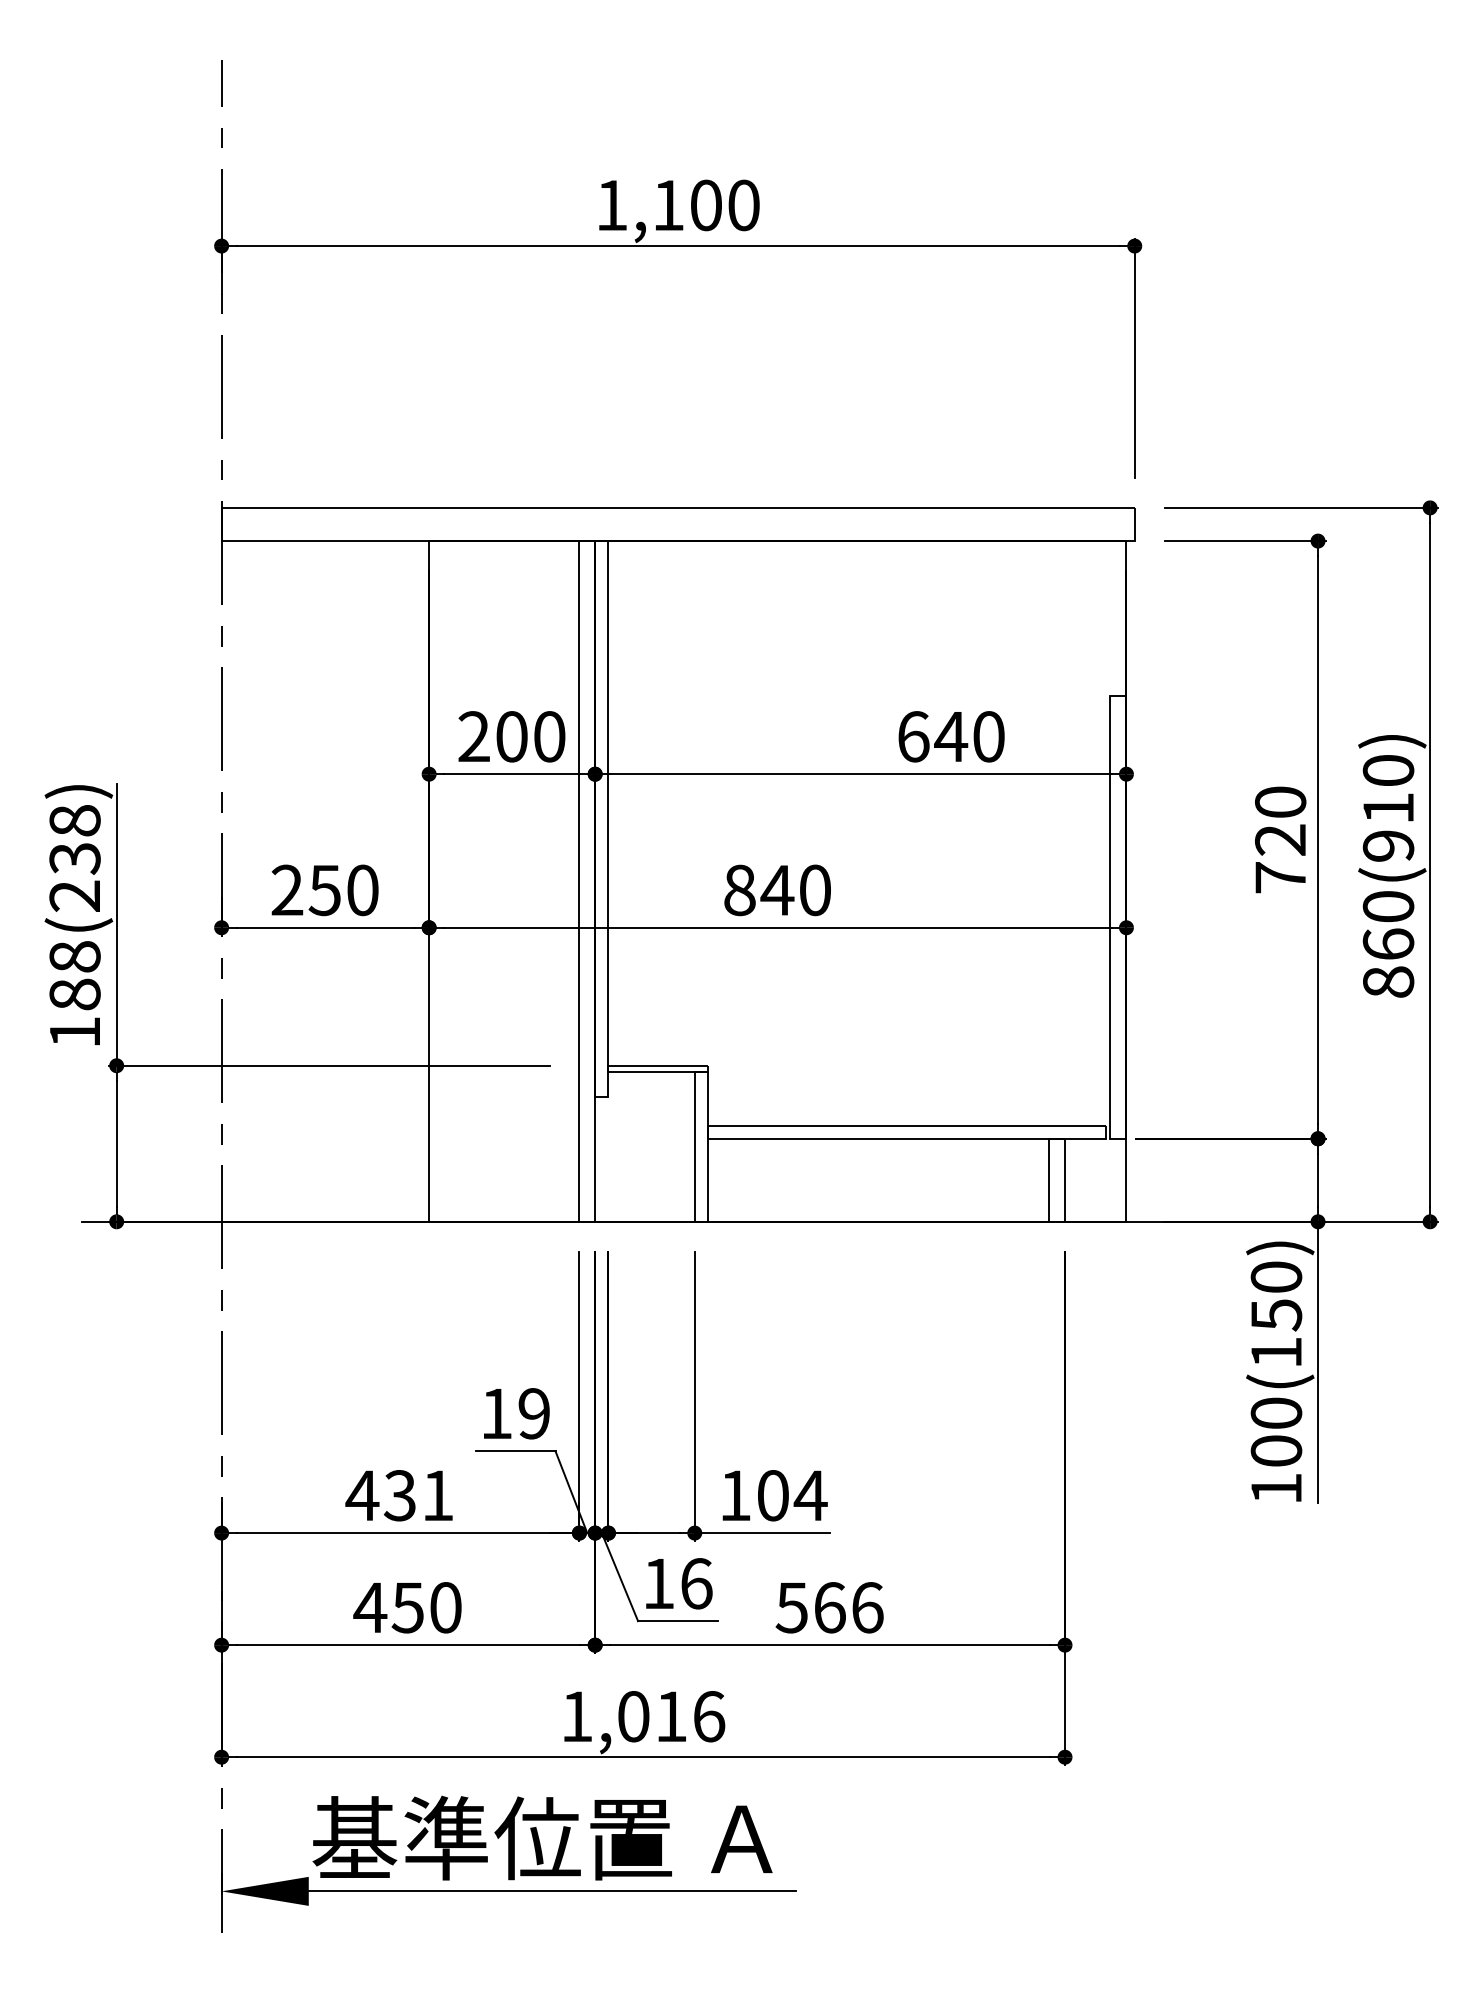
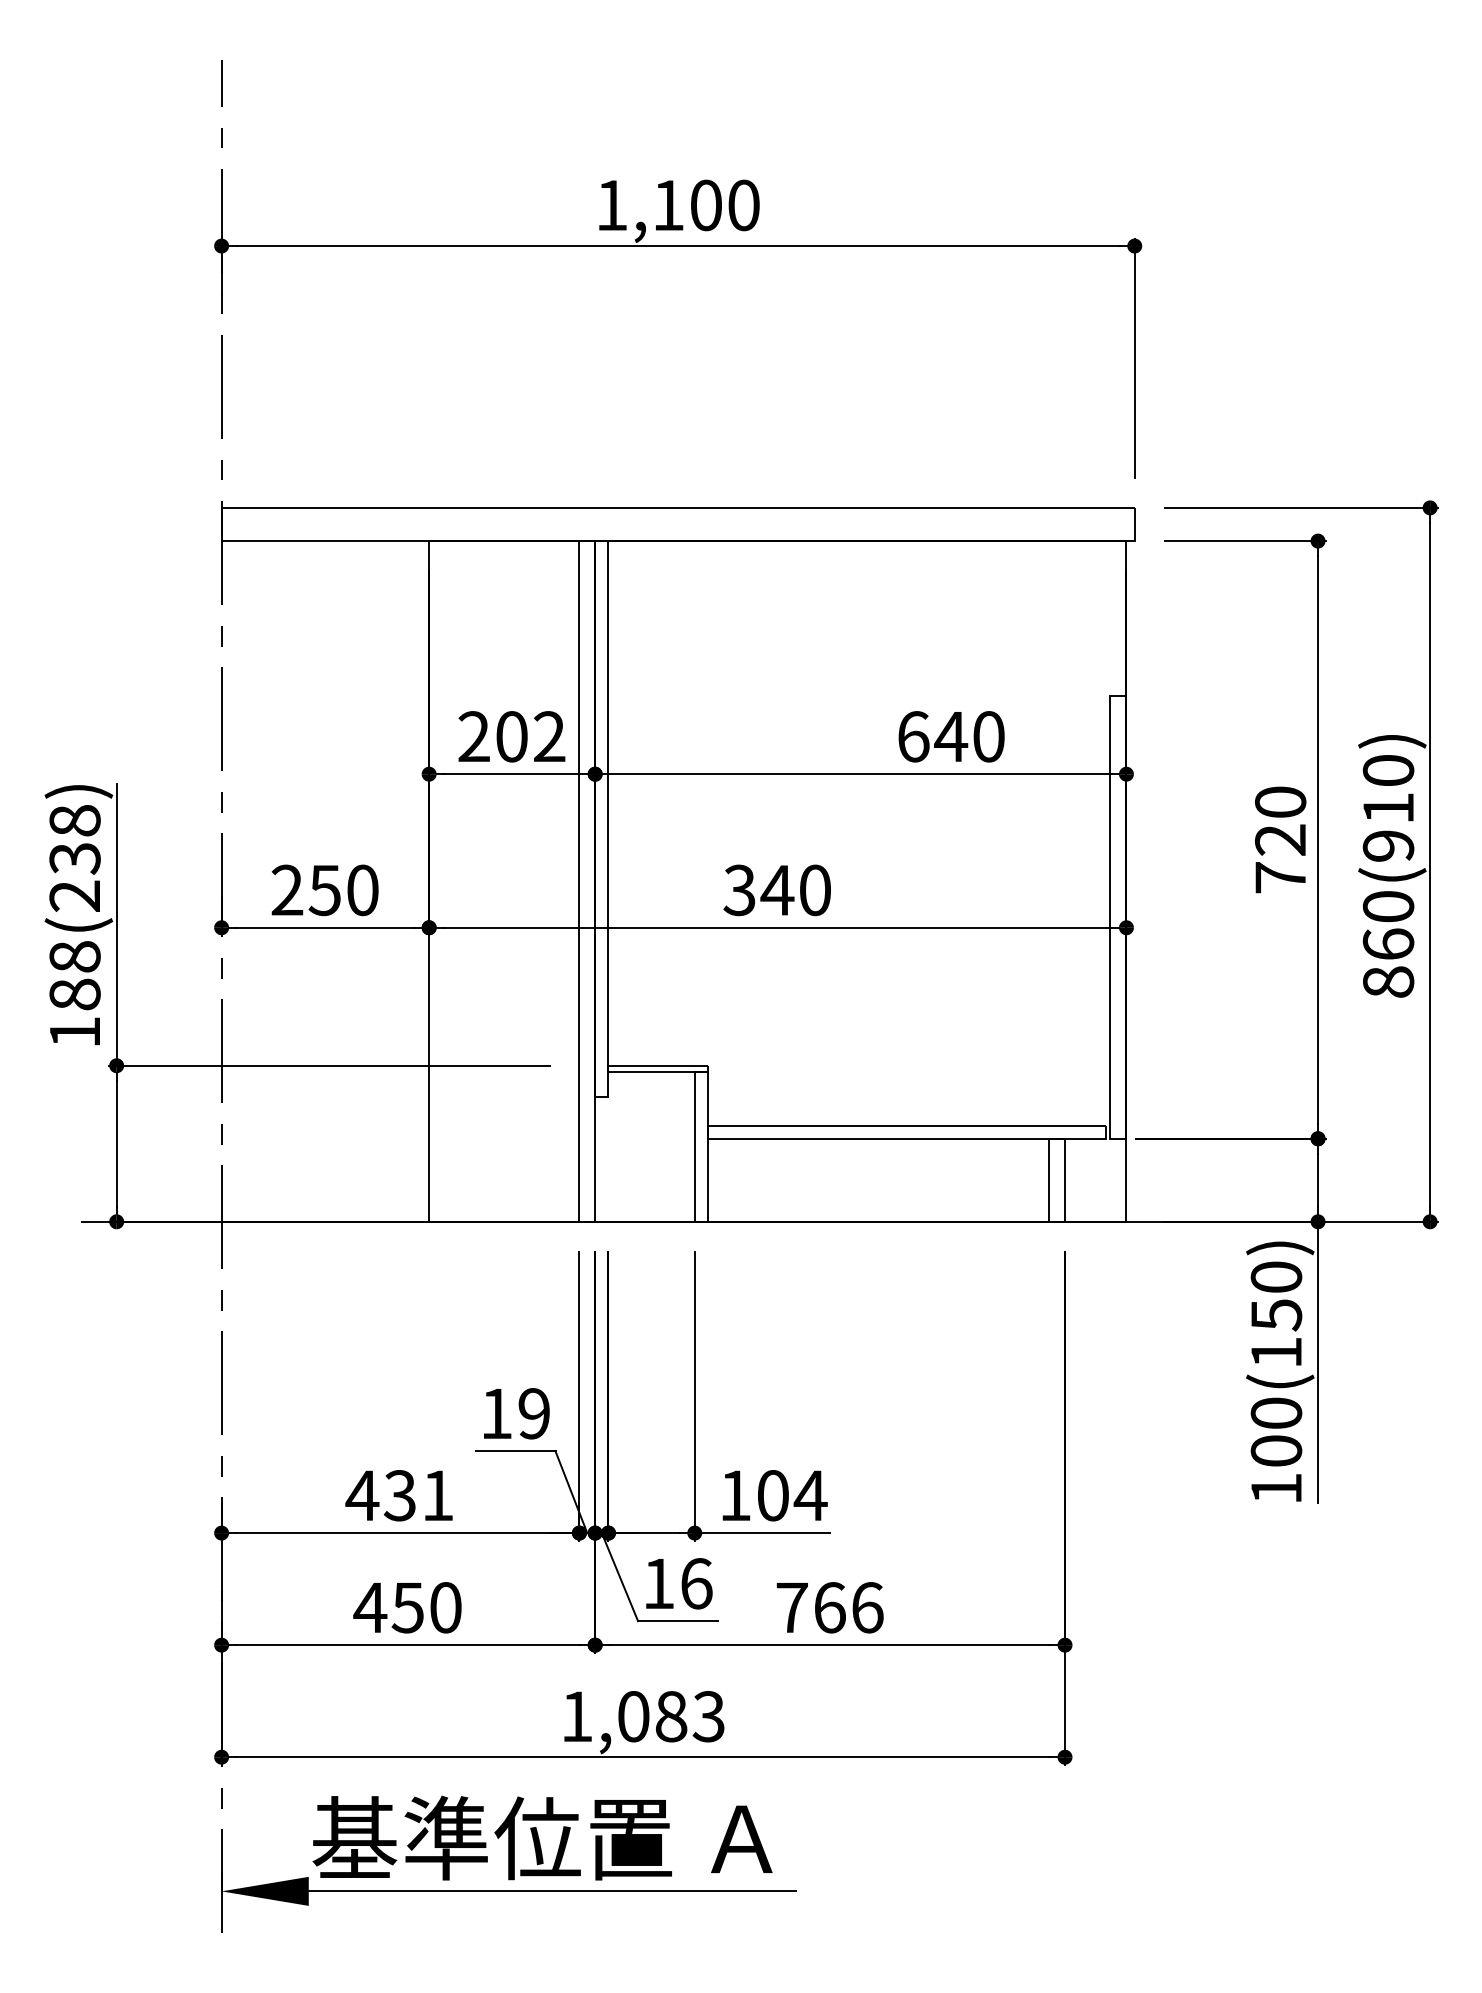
text at (549, 736): 200 -> 202
text at (739, 890): 840 -> 340
text at (791, 1608): 566 -> 766
text at (690, 1716): 1,016 -> 1,083
